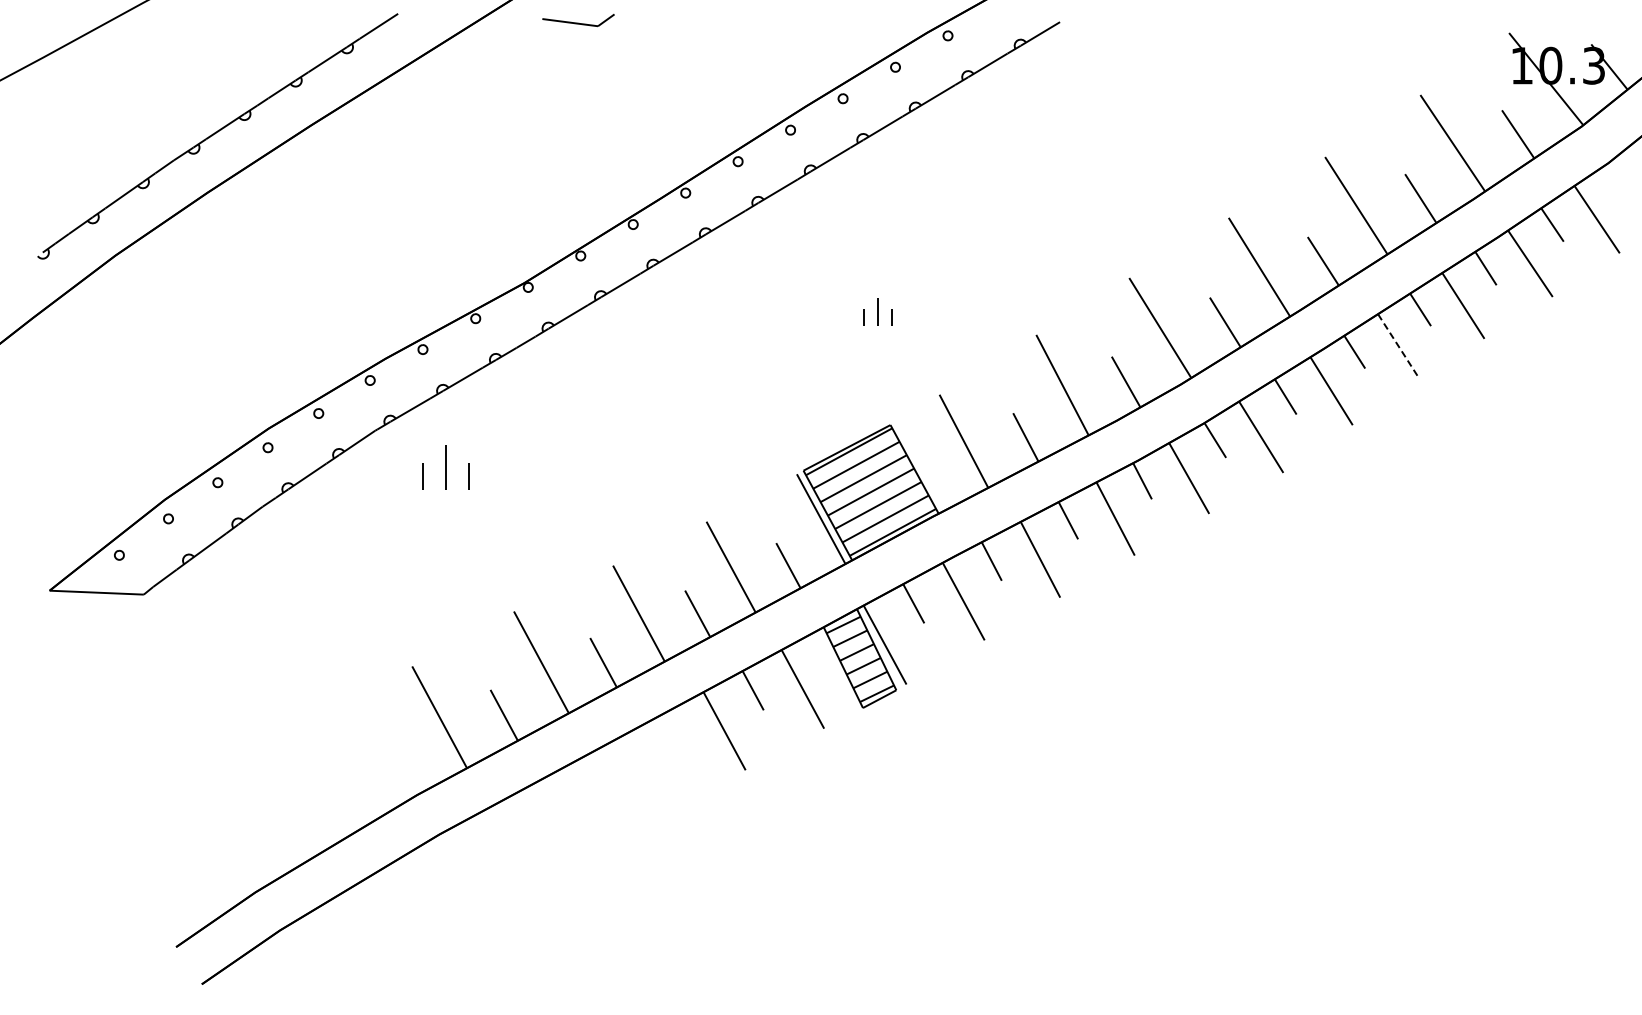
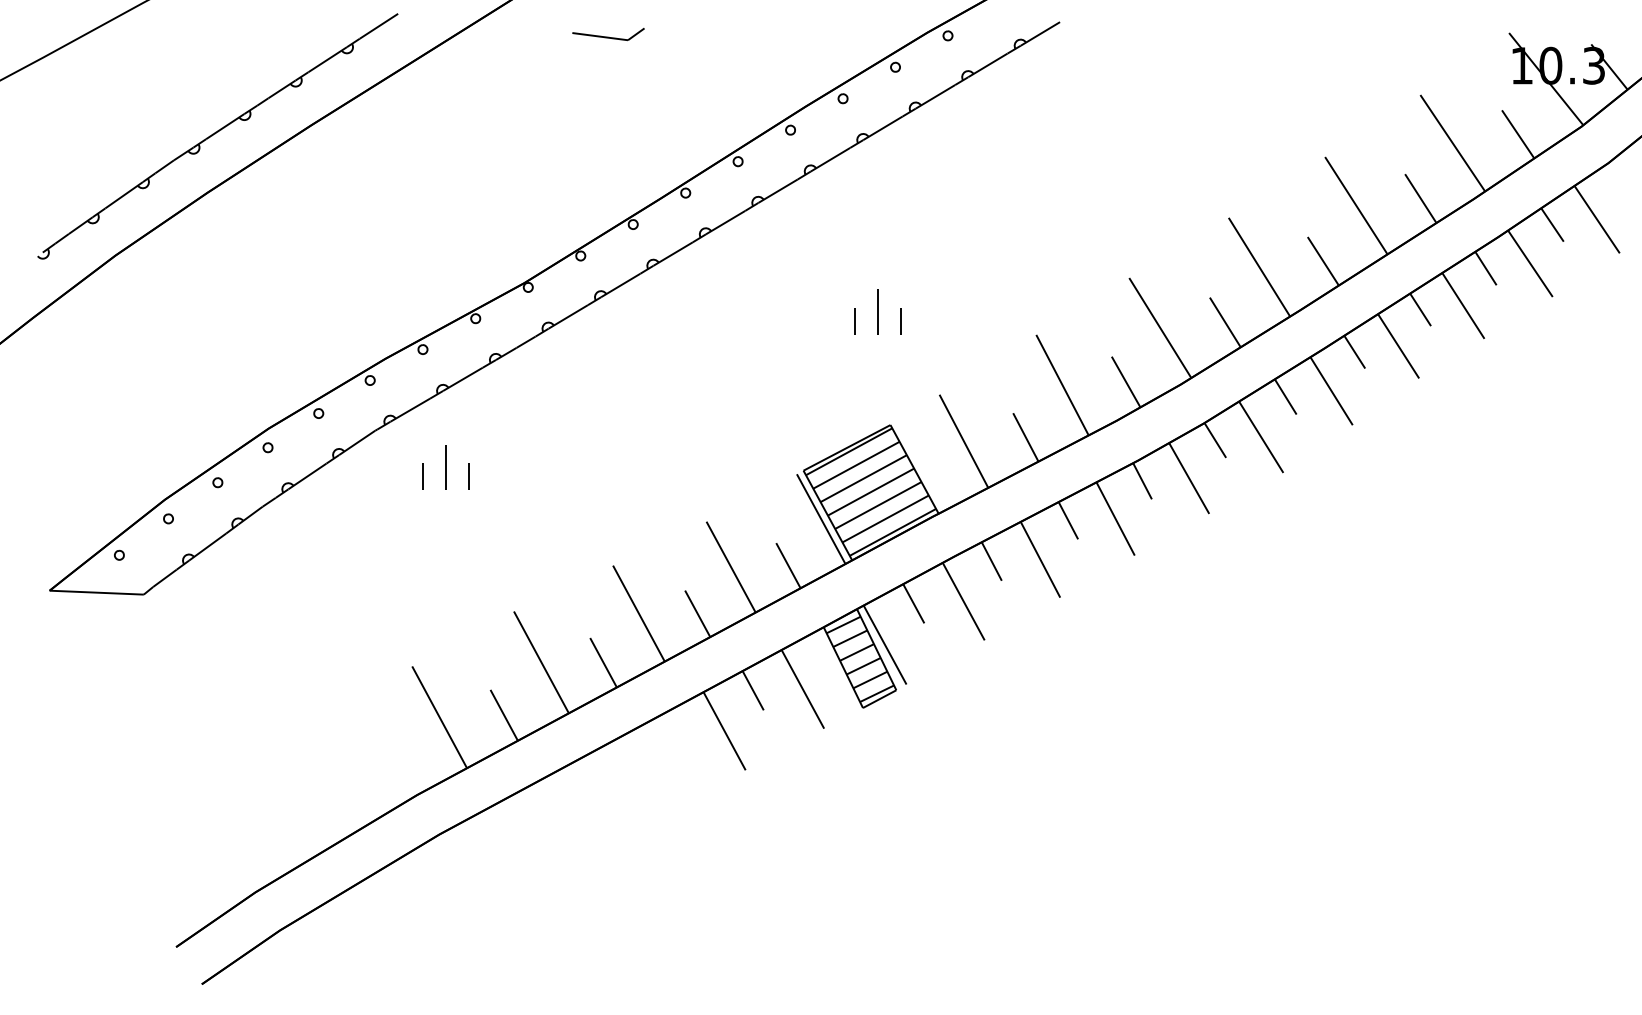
part at (578, 20) position: (578, 20) -> (608, 34)
part at (877, 311) size: 30x28 px -> 48x46 px
line at (1398, 346): dashed -> solid
